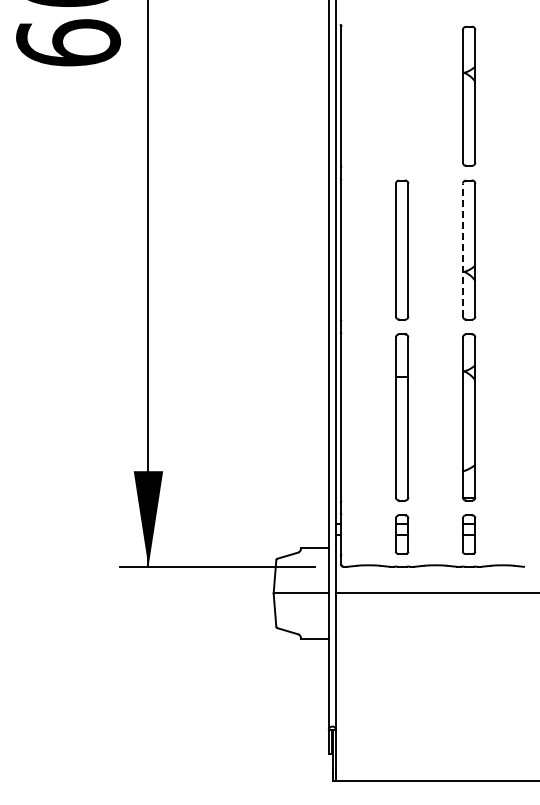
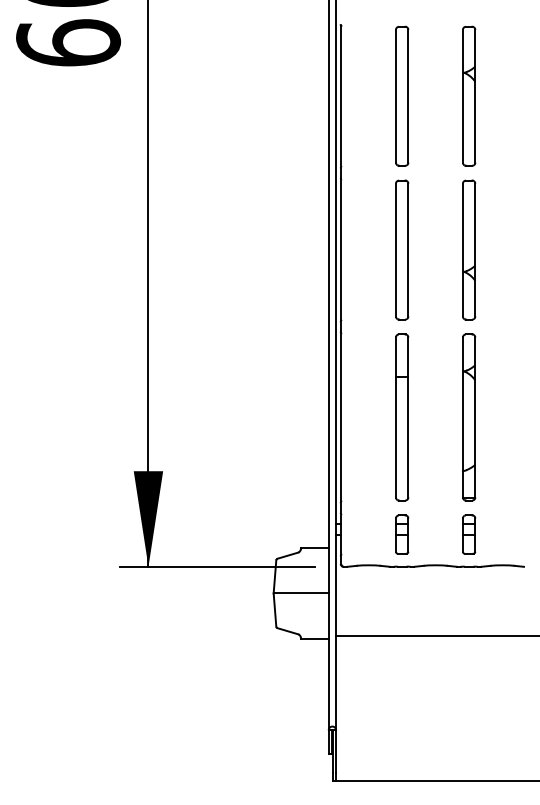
part at (402, 95): none -> present
line at (462, 249): dashed -> solid
line at (436, 593) position: (436, 593) -> (436, 636)
